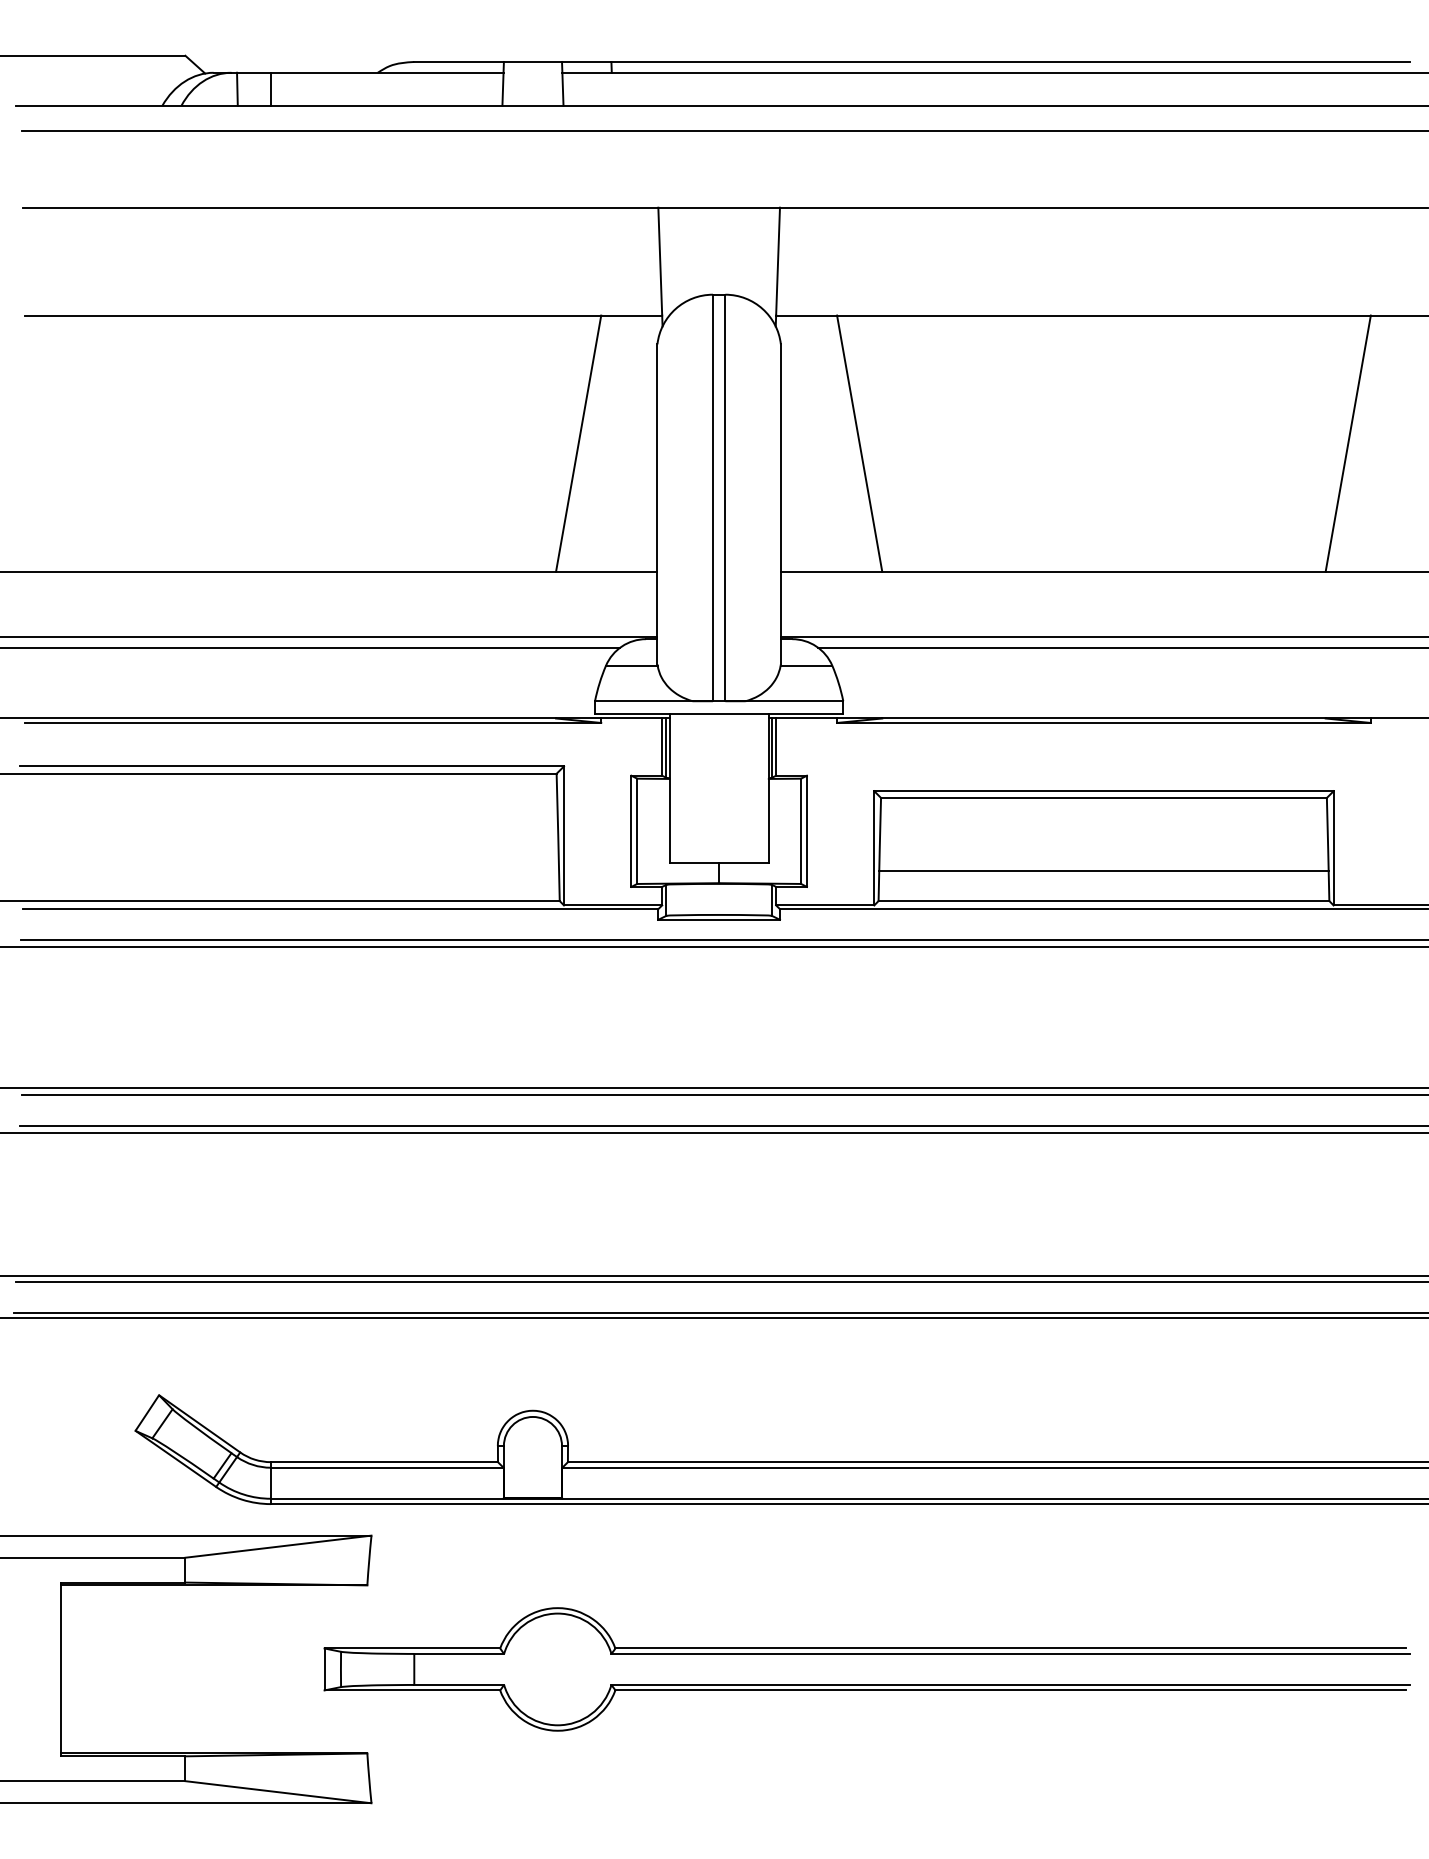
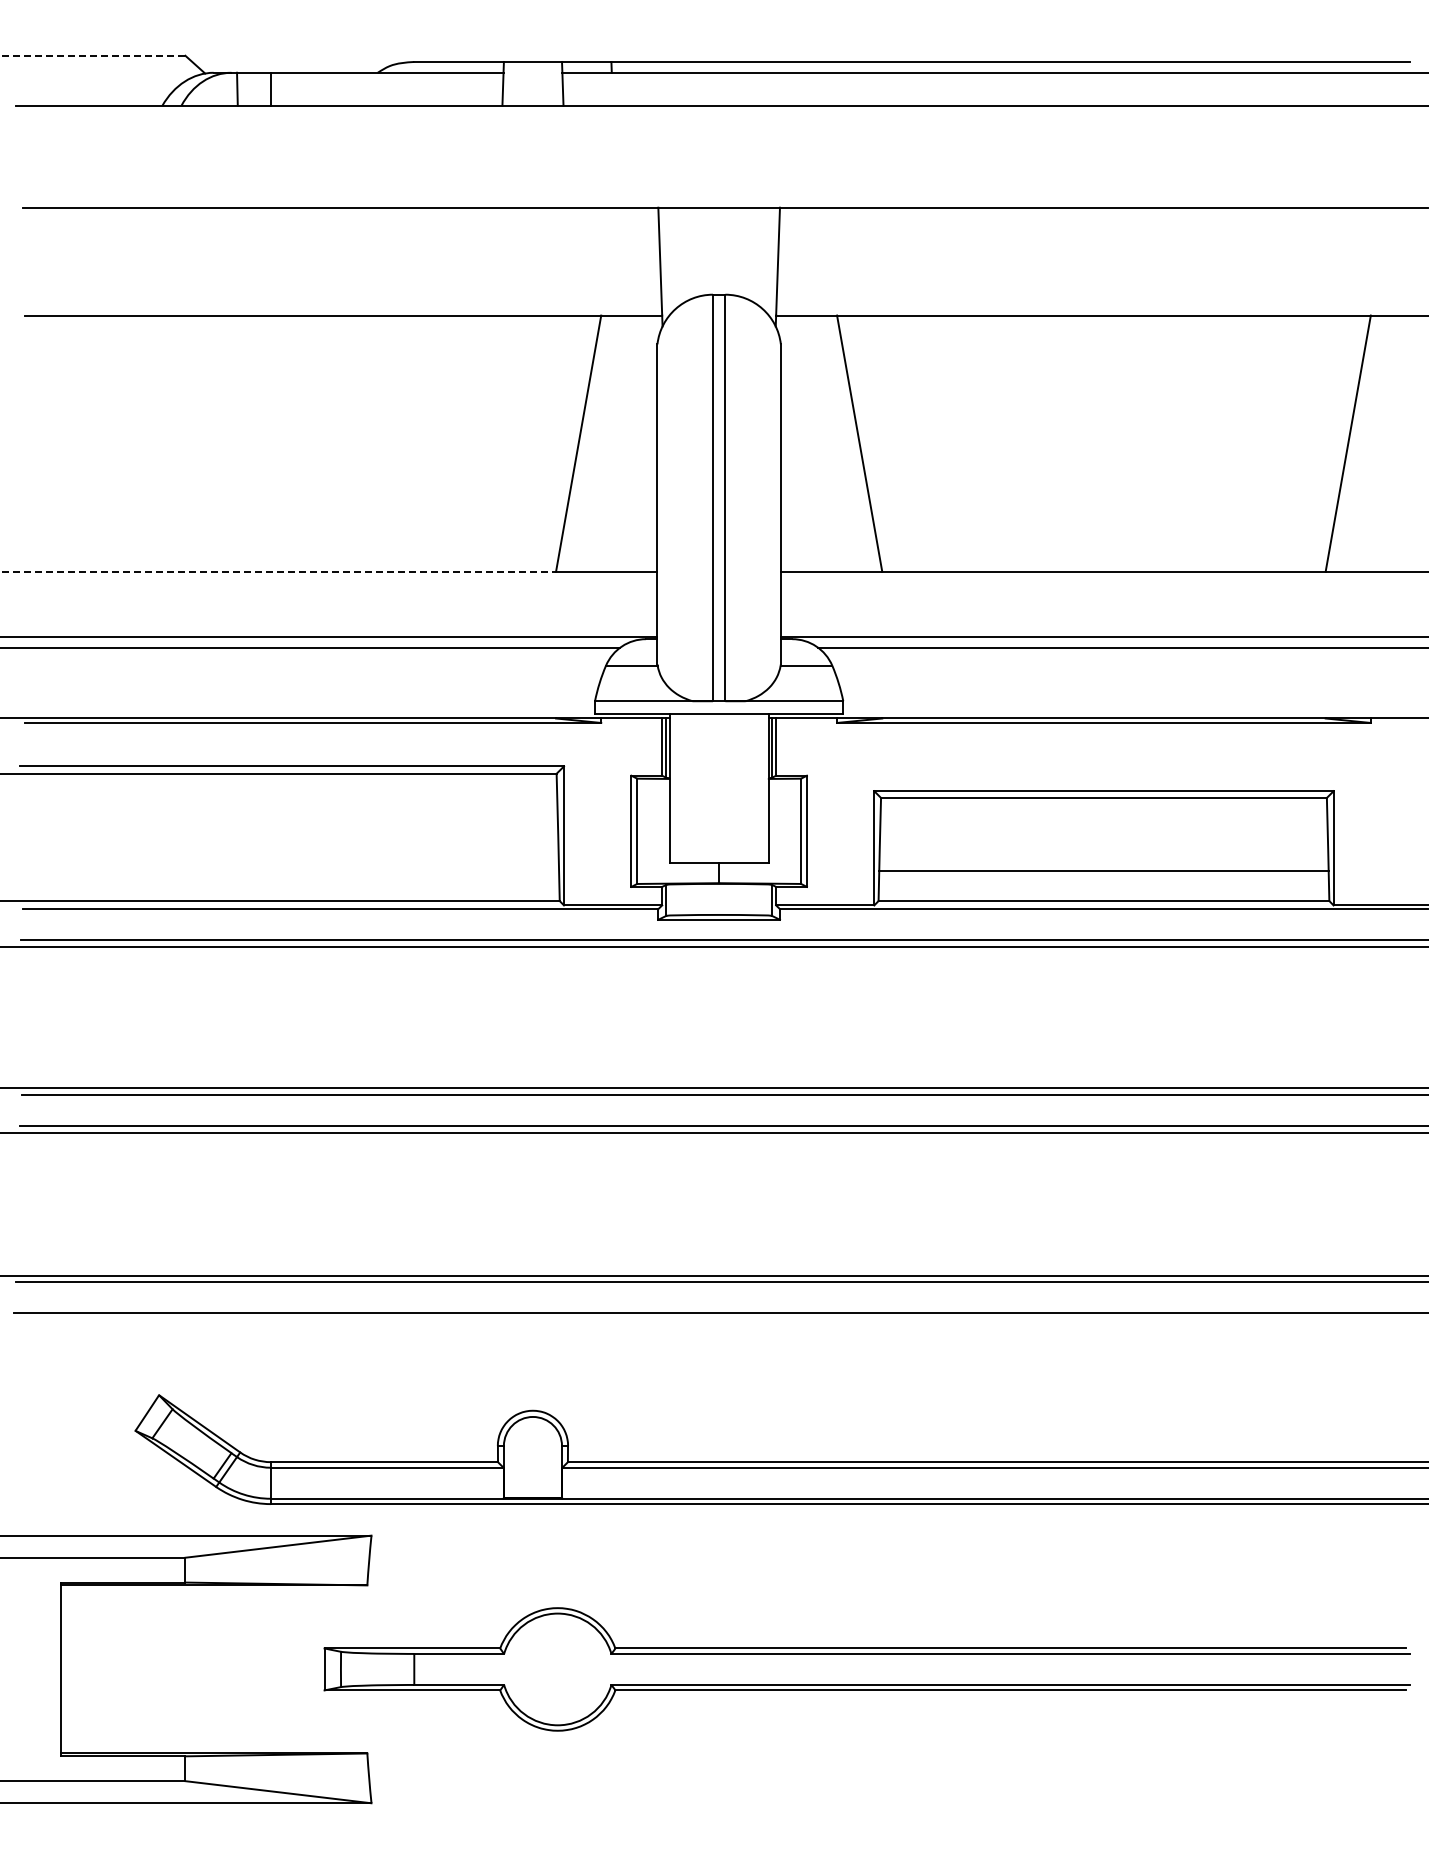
line at (92, 55): solid -> dashed
line at (723, 131): present -> none
line at (278, 571): solid -> dashed
line at (713, 1317): present -> none
